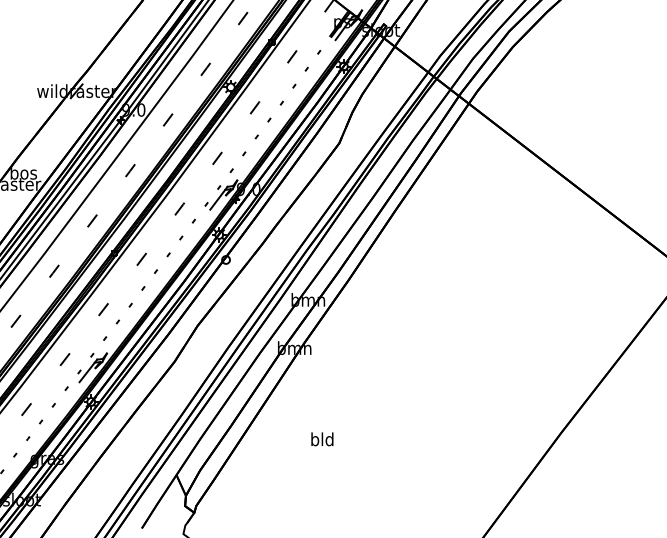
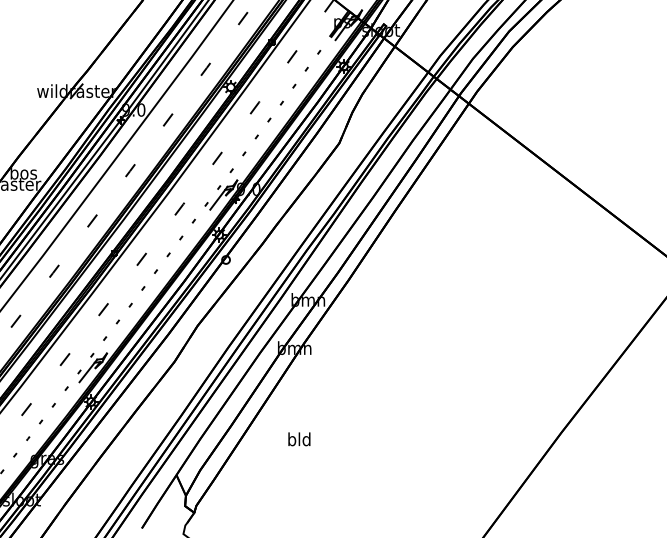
text at (322, 439) position: (322, 439) -> (299, 439)
